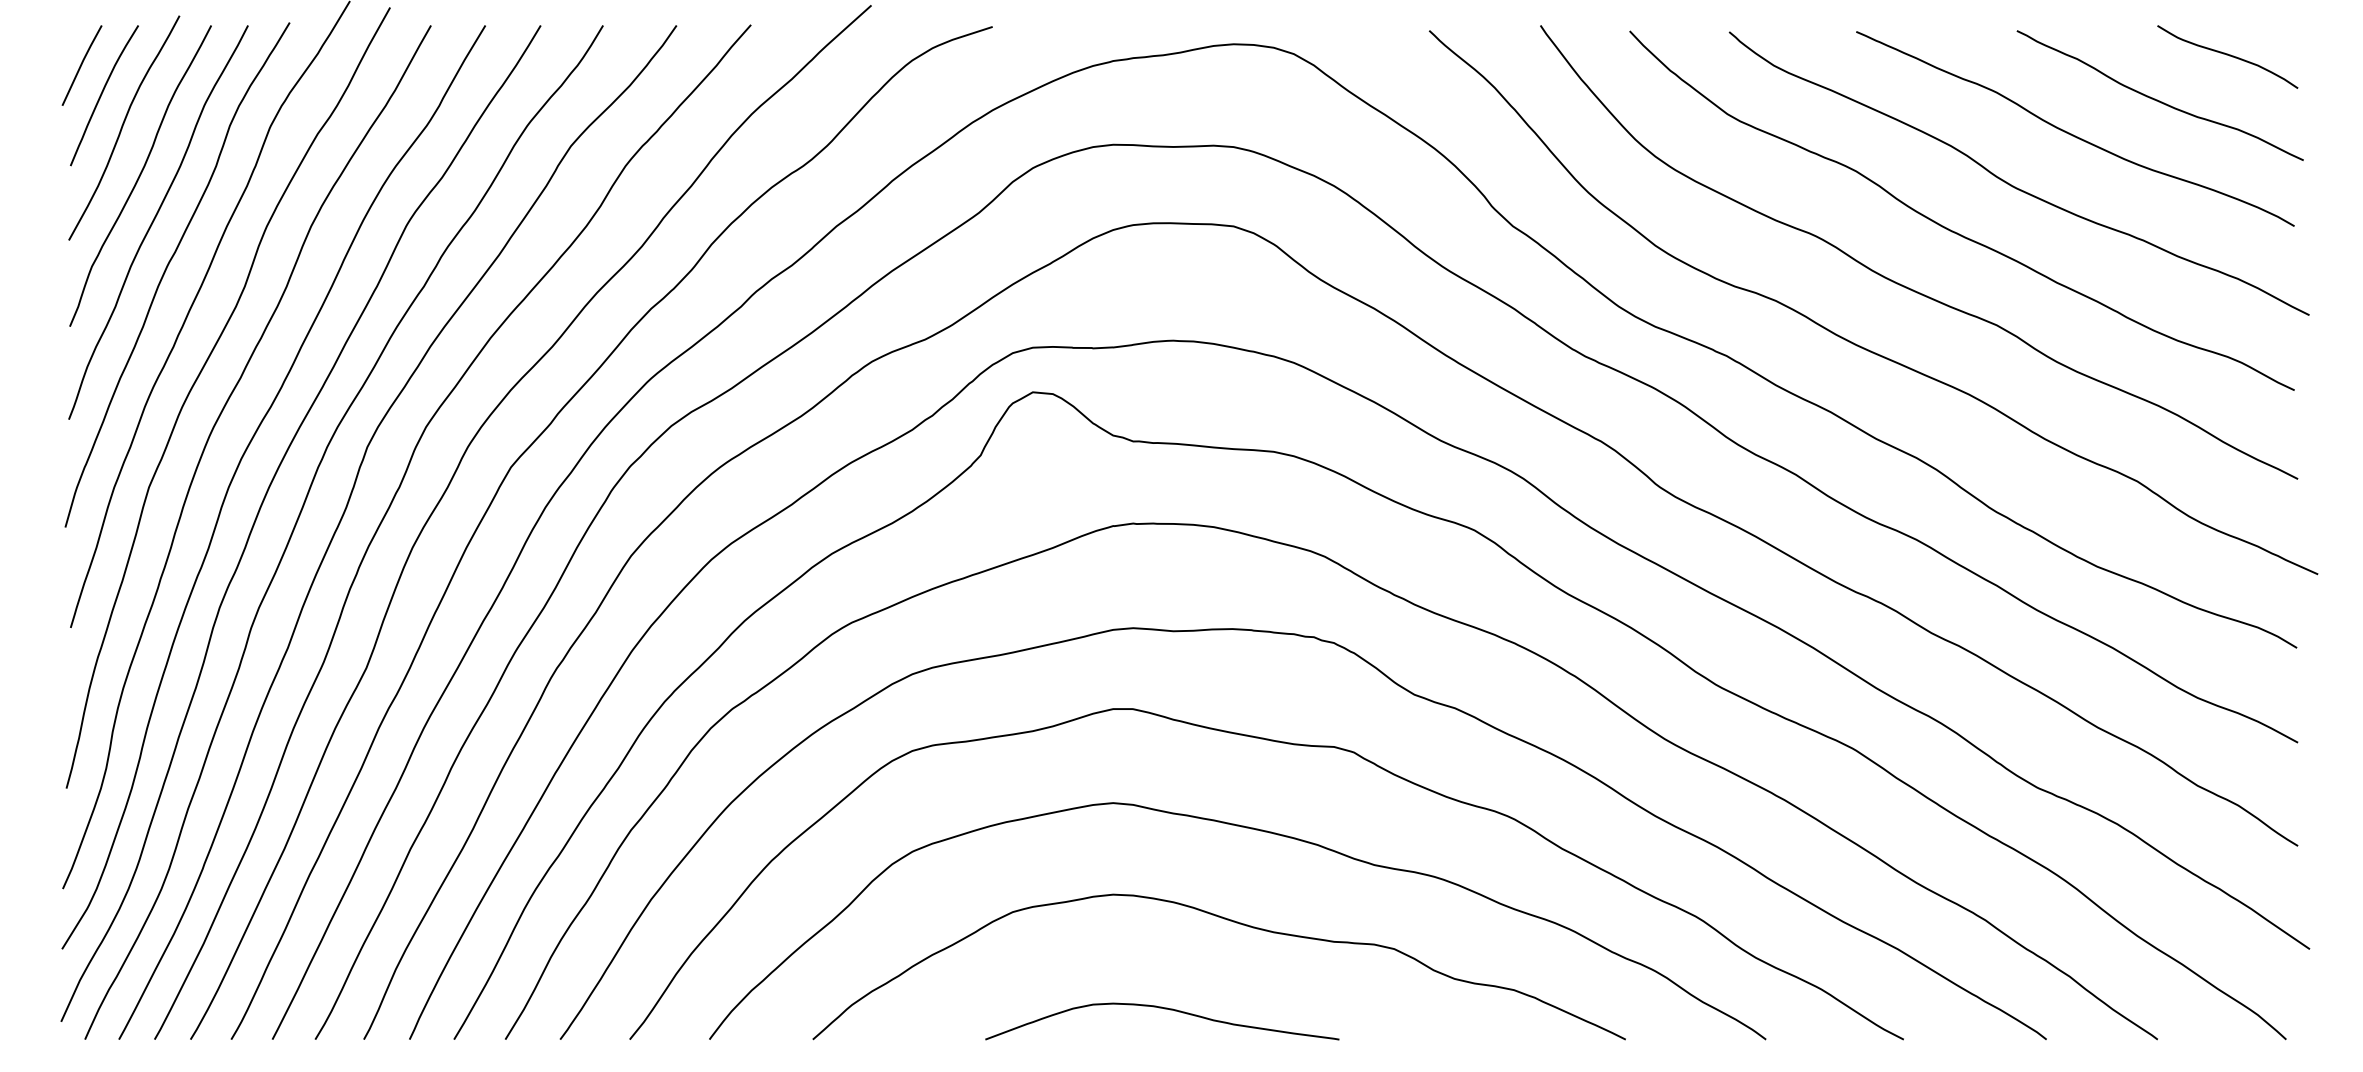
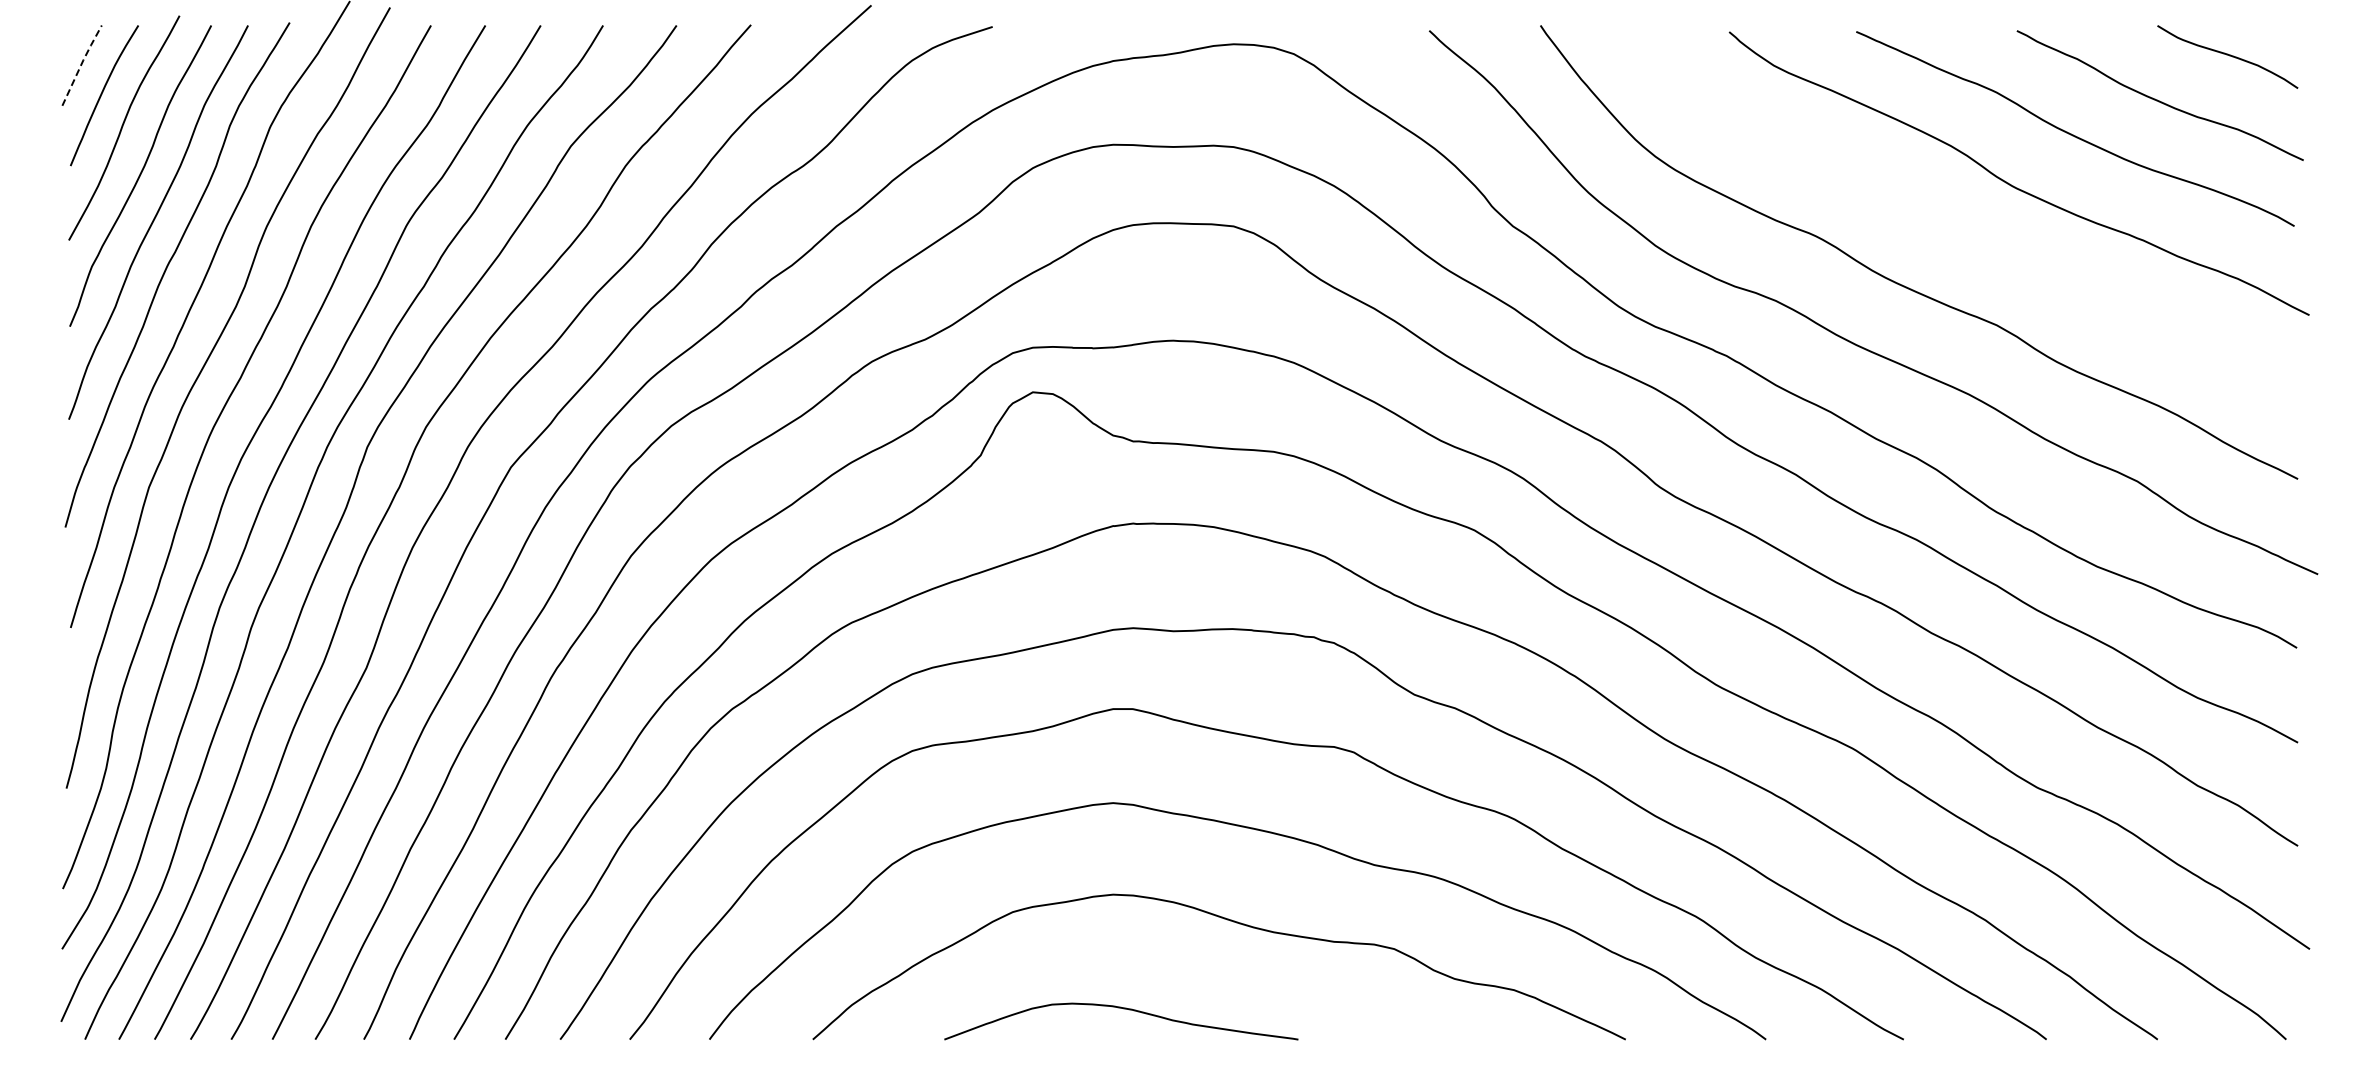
line at (81, 63): solid -> dashed
curve at (1955, 231): present -> none
curve at (1164, 1009) position: (1164, 1009) -> (1123, 1009)
